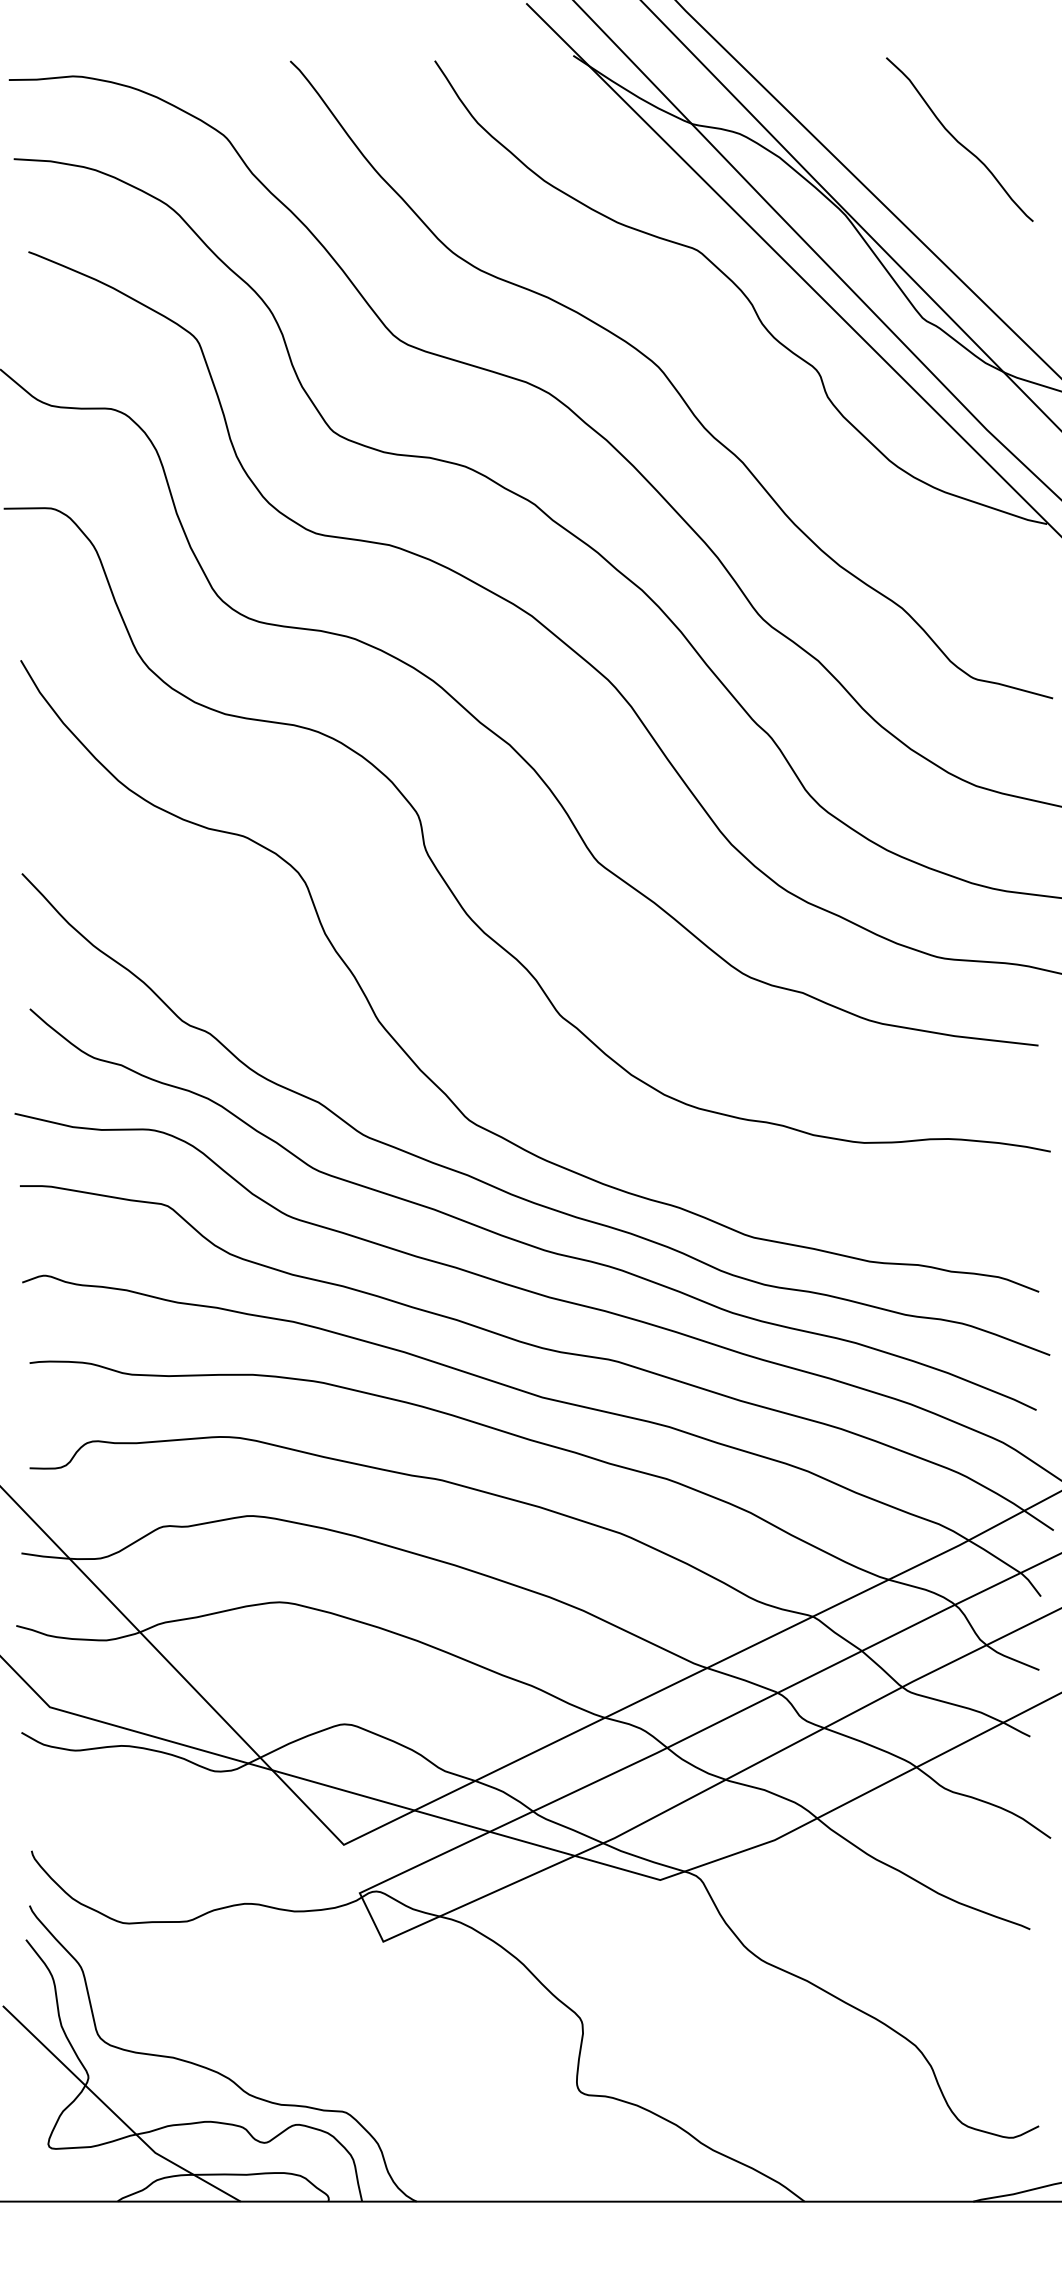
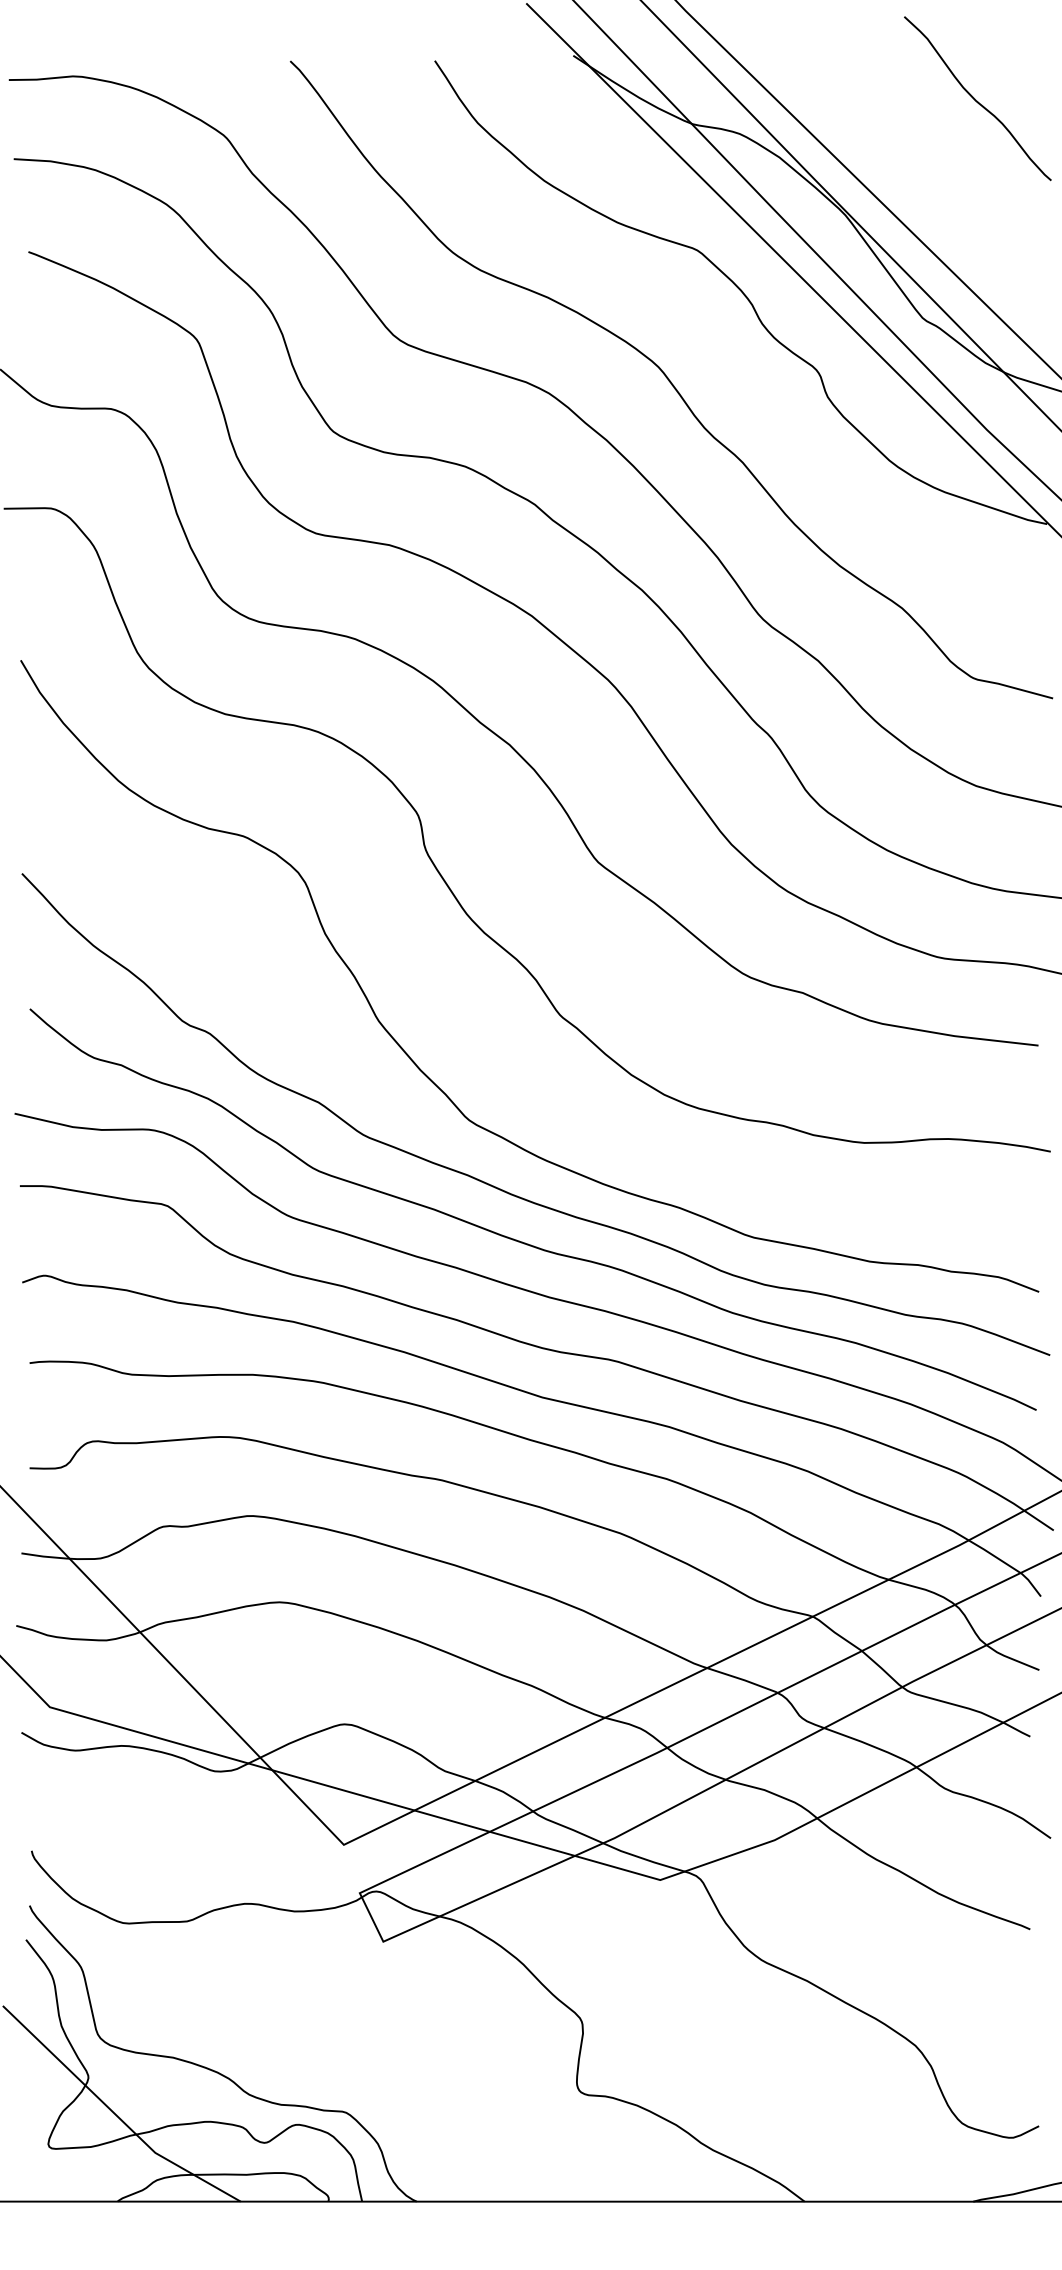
curve at (958, 140) position: (958, 140) -> (976, 99)
